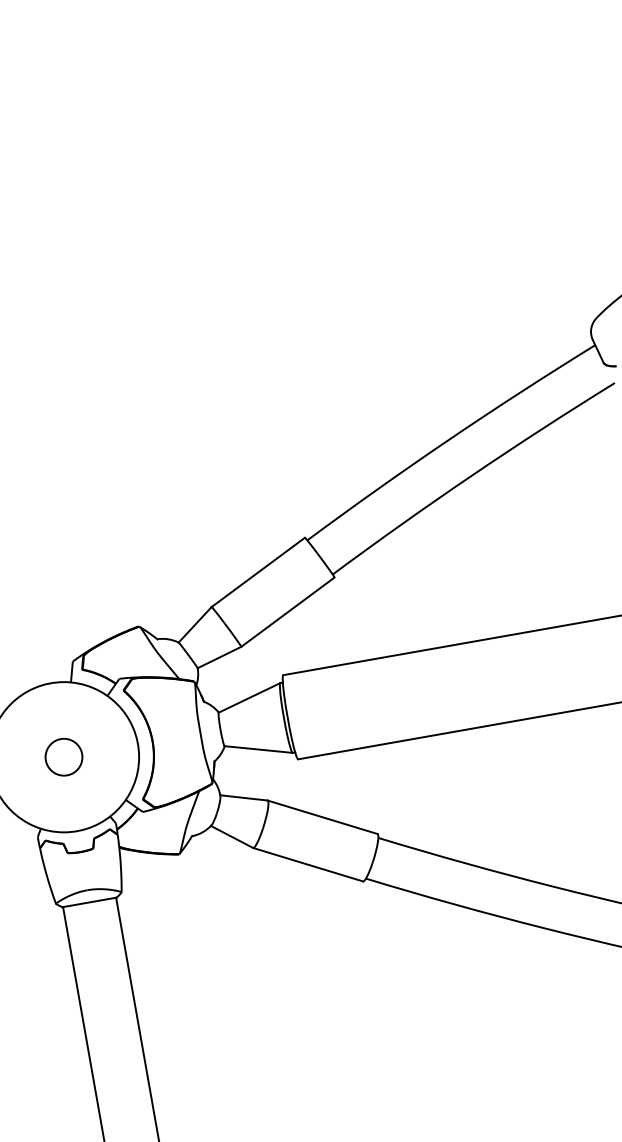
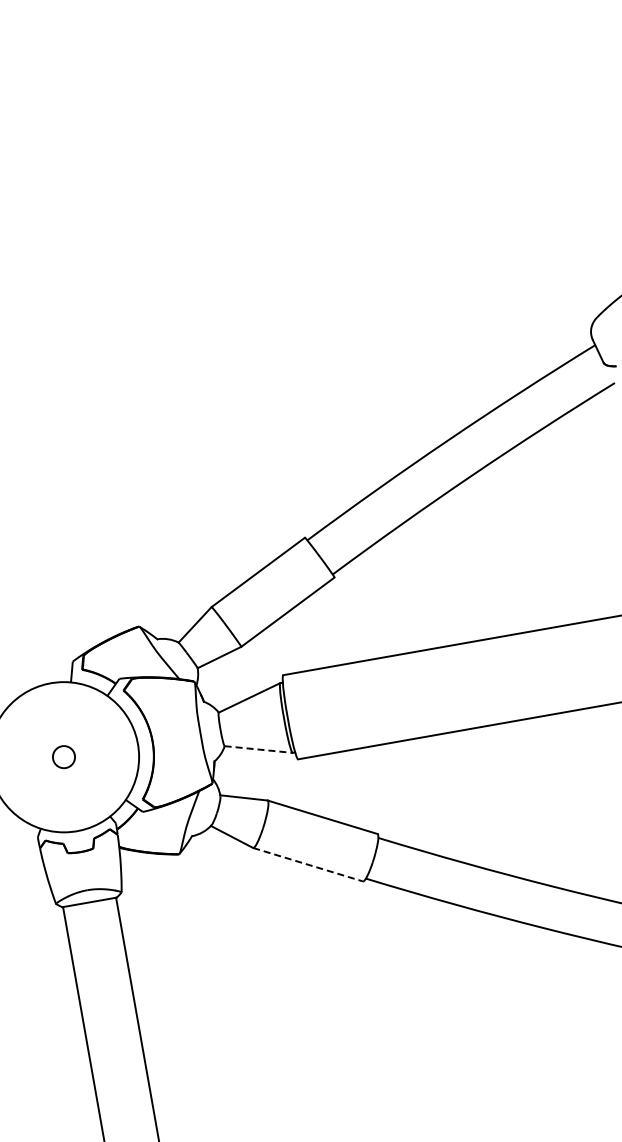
line at (259, 749): solid -> dashed
circle at (63, 756) size: 40x40 px -> 24x25 px
line at (308, 864): solid -> dashed
